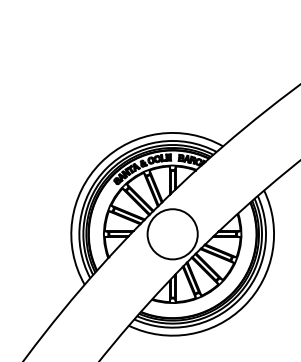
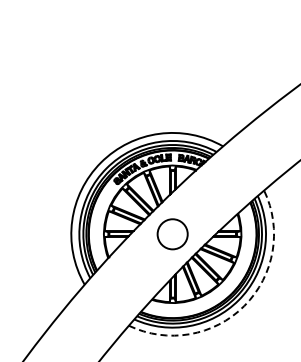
circle at (172, 234) diameter: 50 px -> 30 px
arc at (244, 305): solid -> dashed
